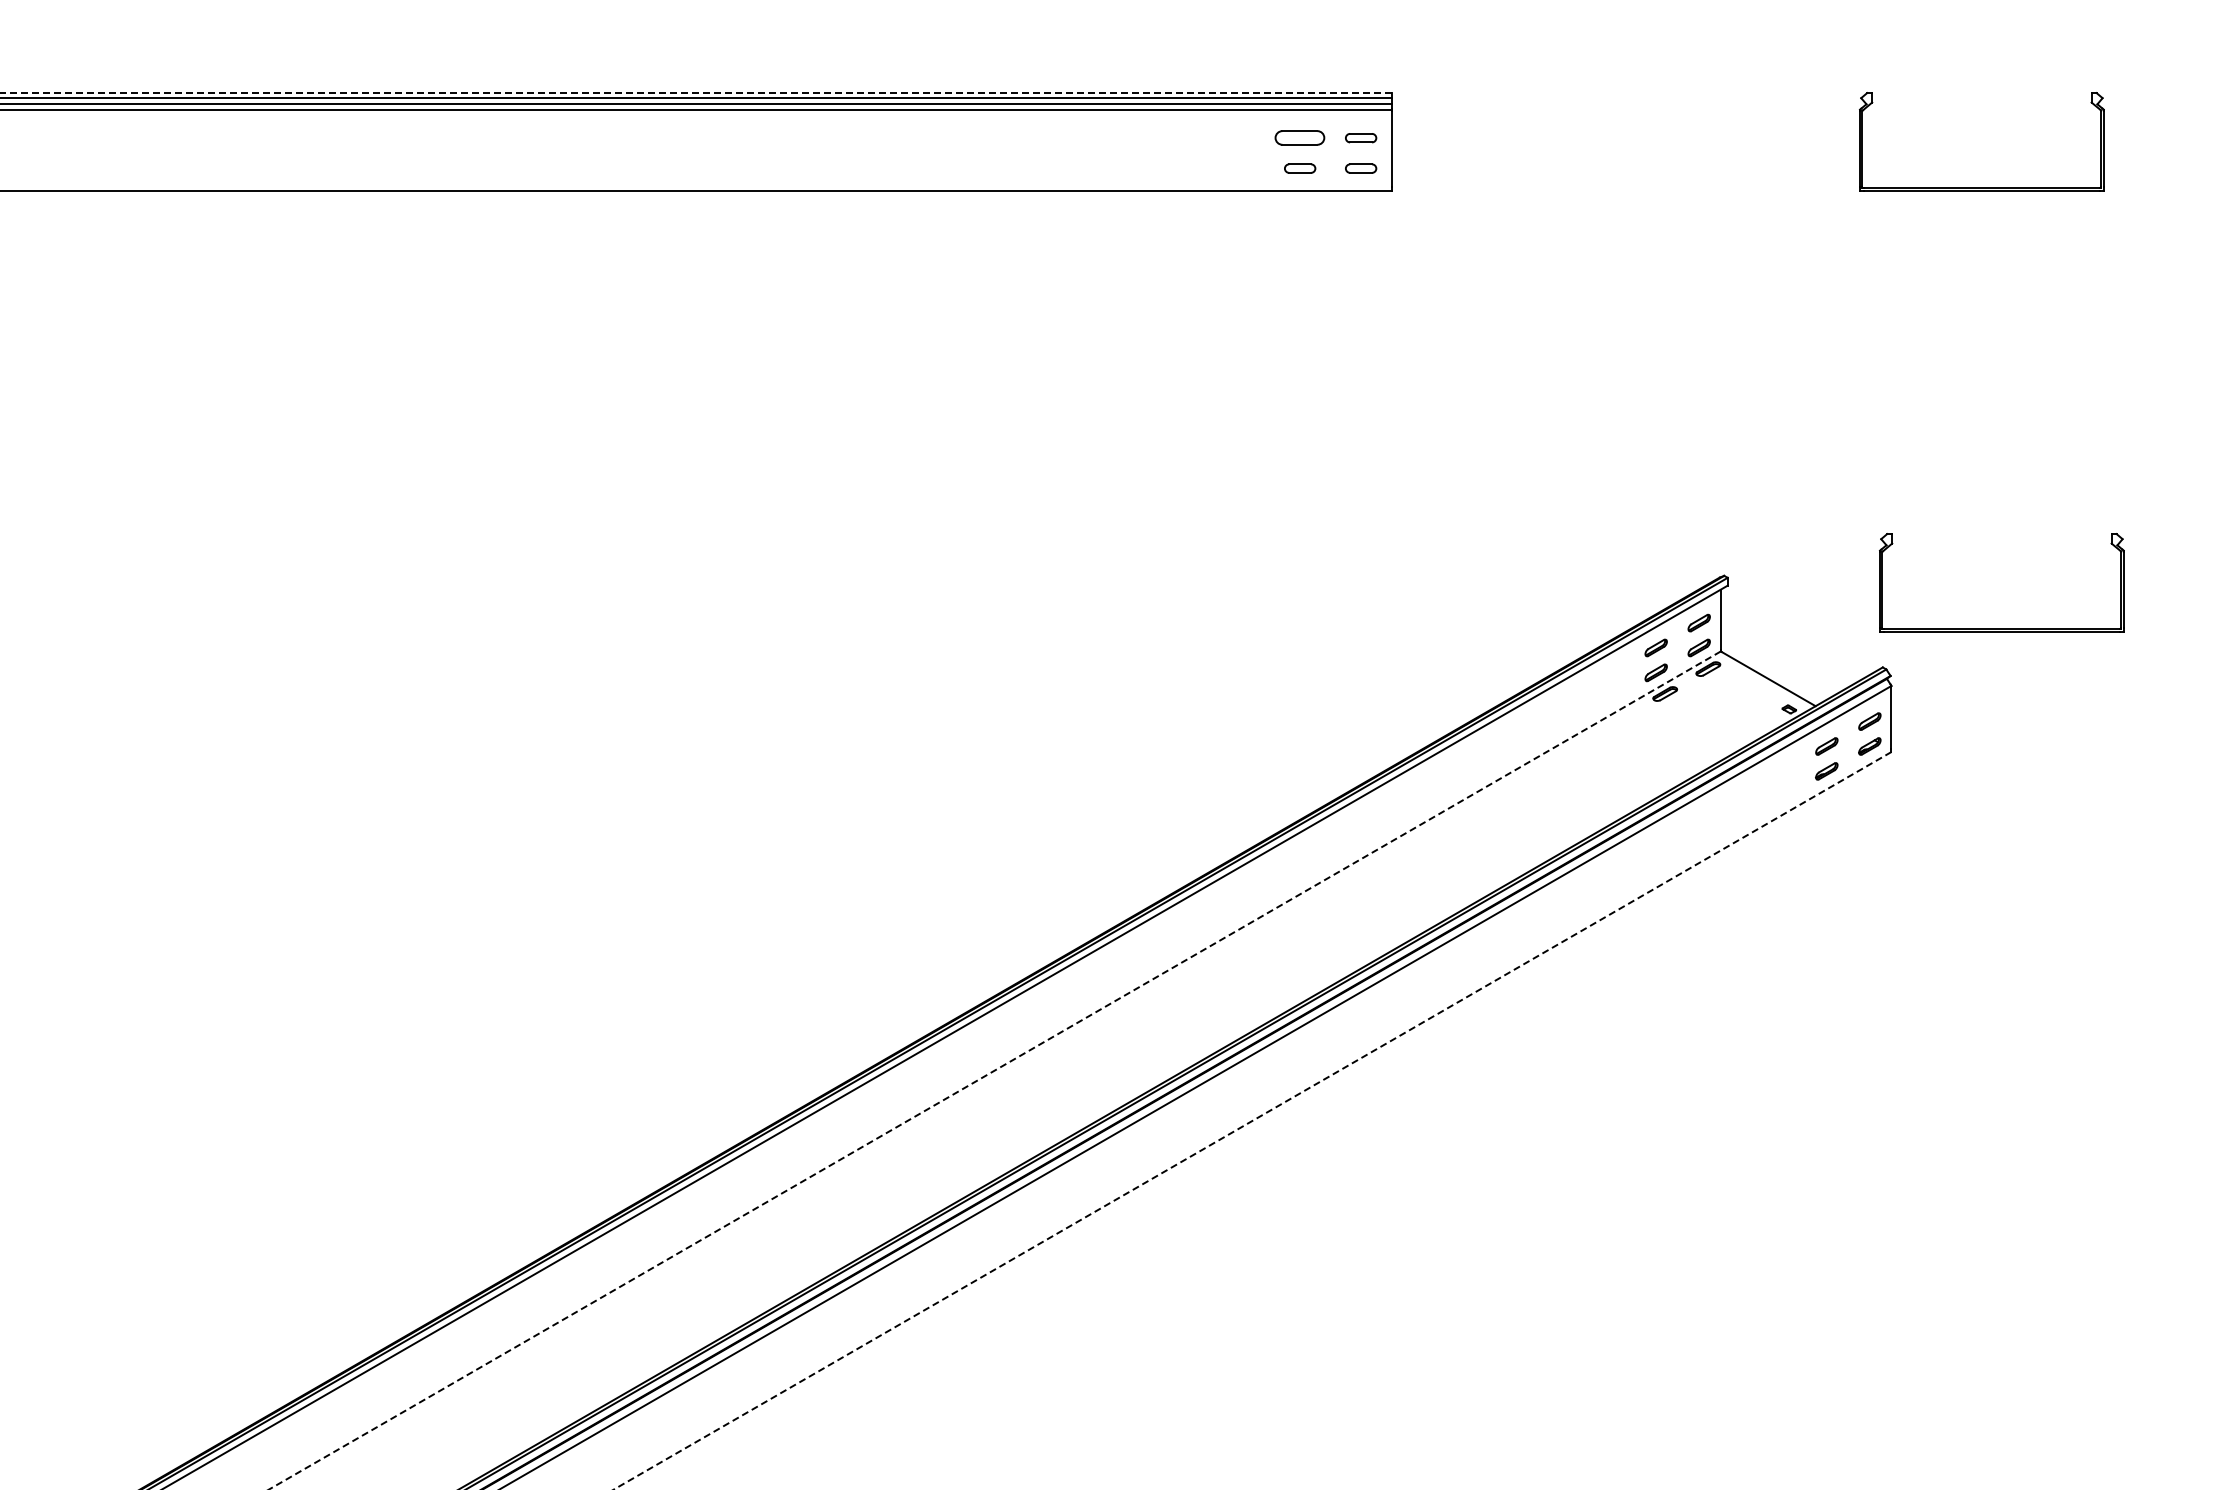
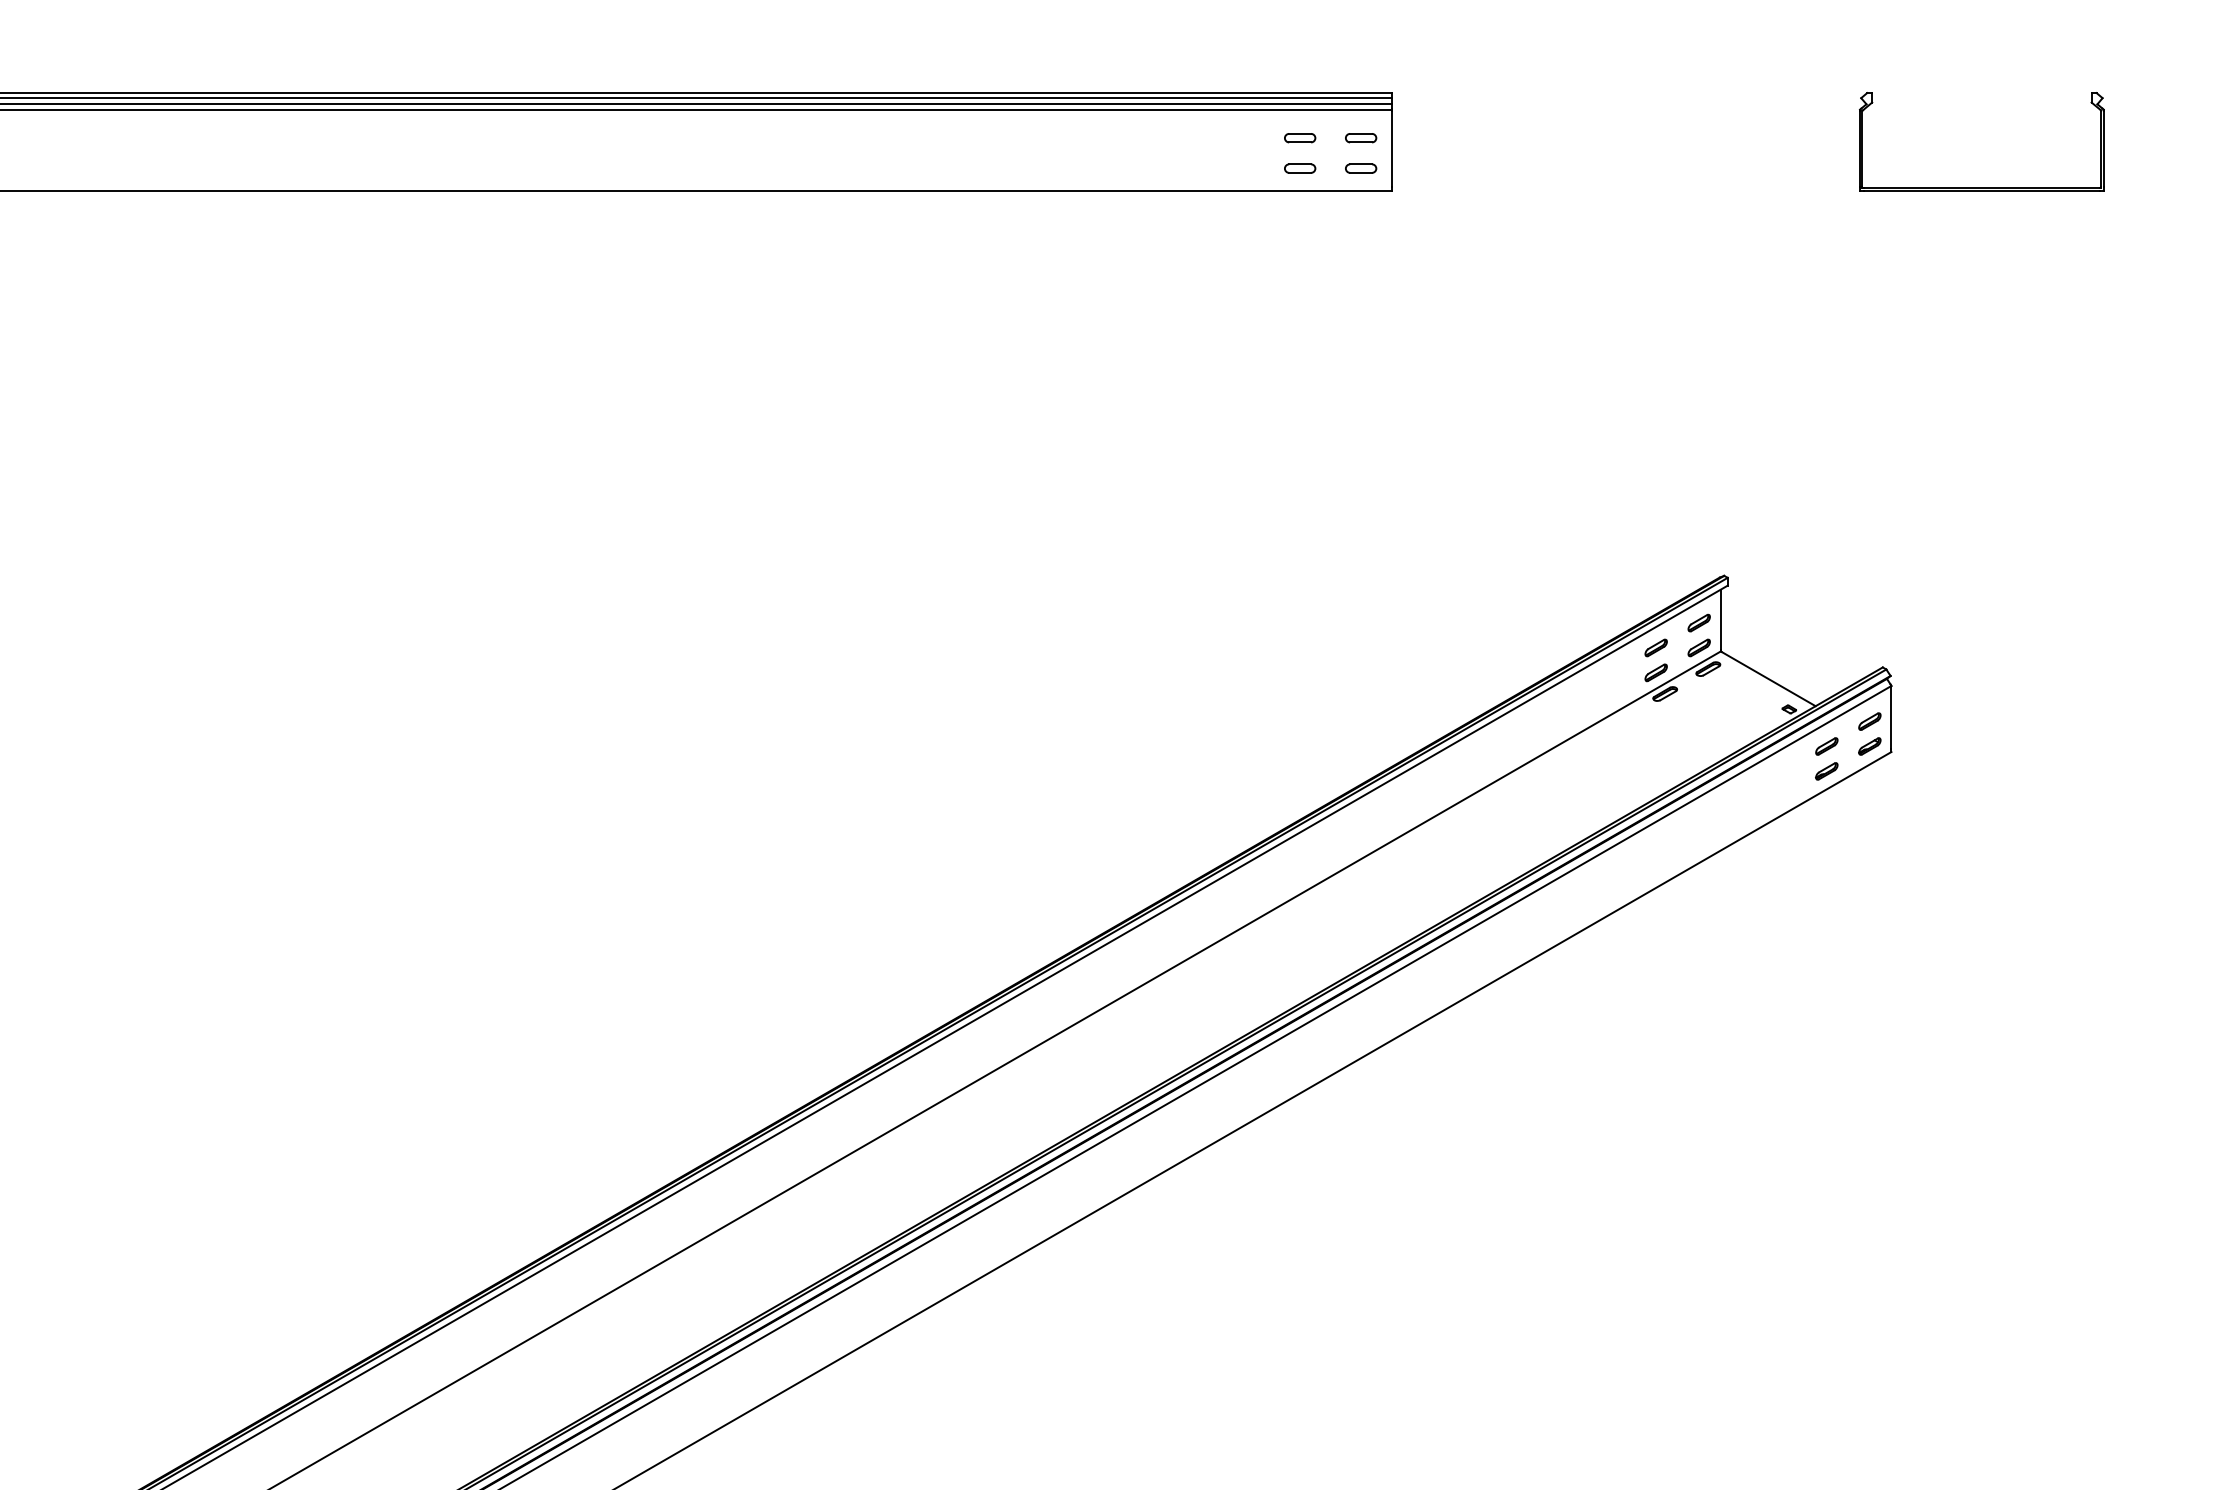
line at (695, 93): dashed -> solid
part at (1299, 137) size: 52x16 px -> 33x11 px
part at (2001, 628): present -> none
line at (994, 1070): dashed -> solid
line at (1252, 1120): dashed -> solid
